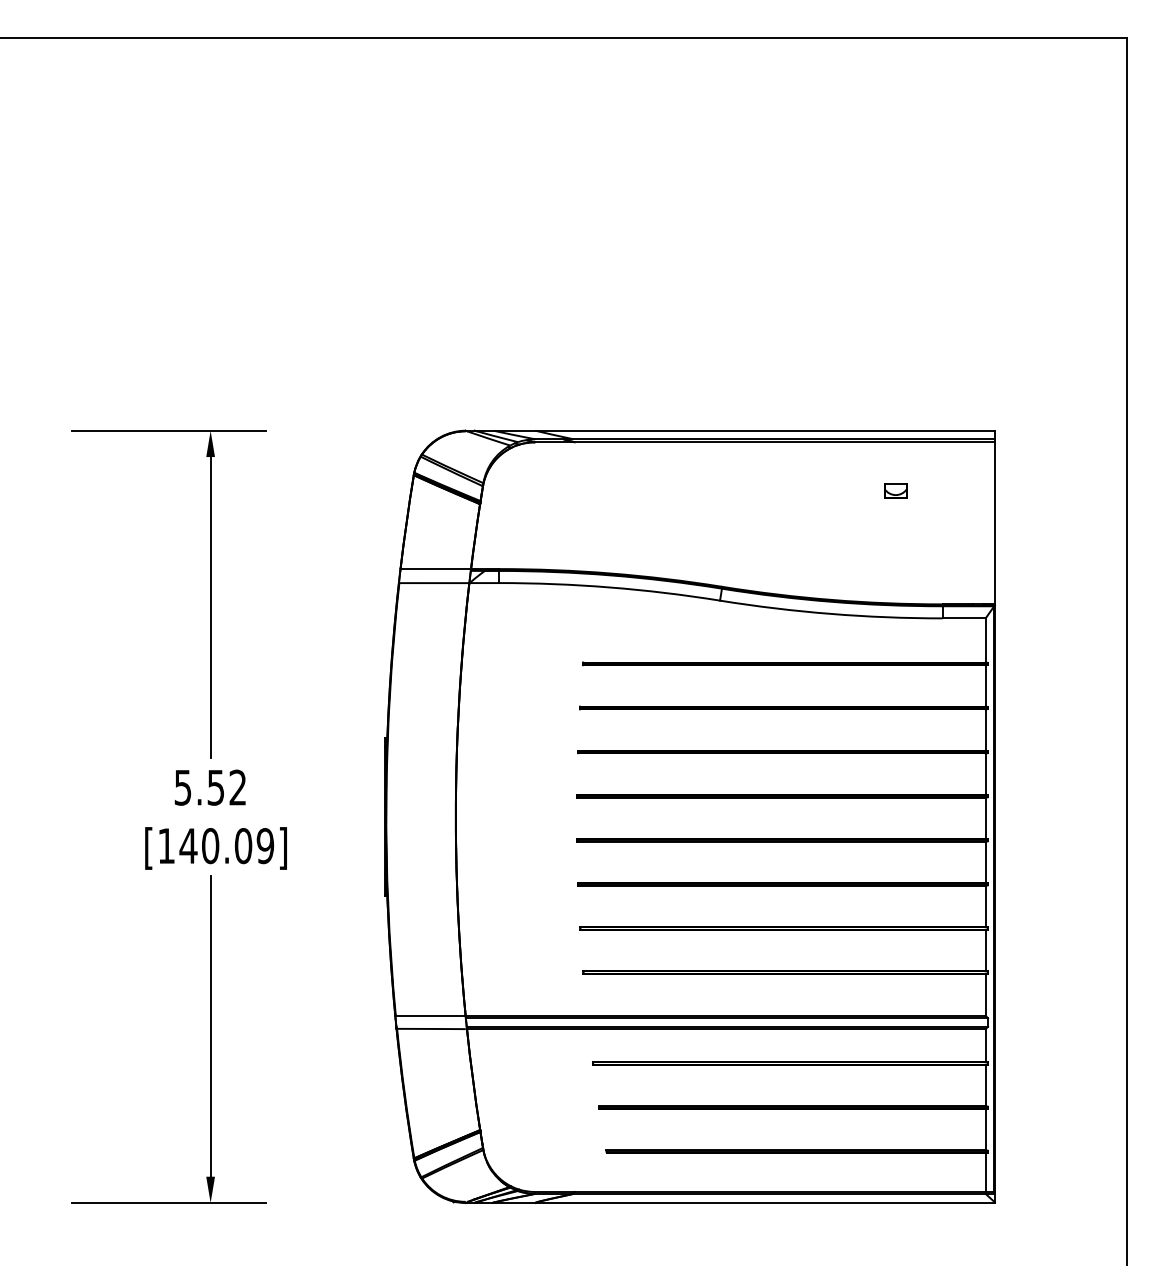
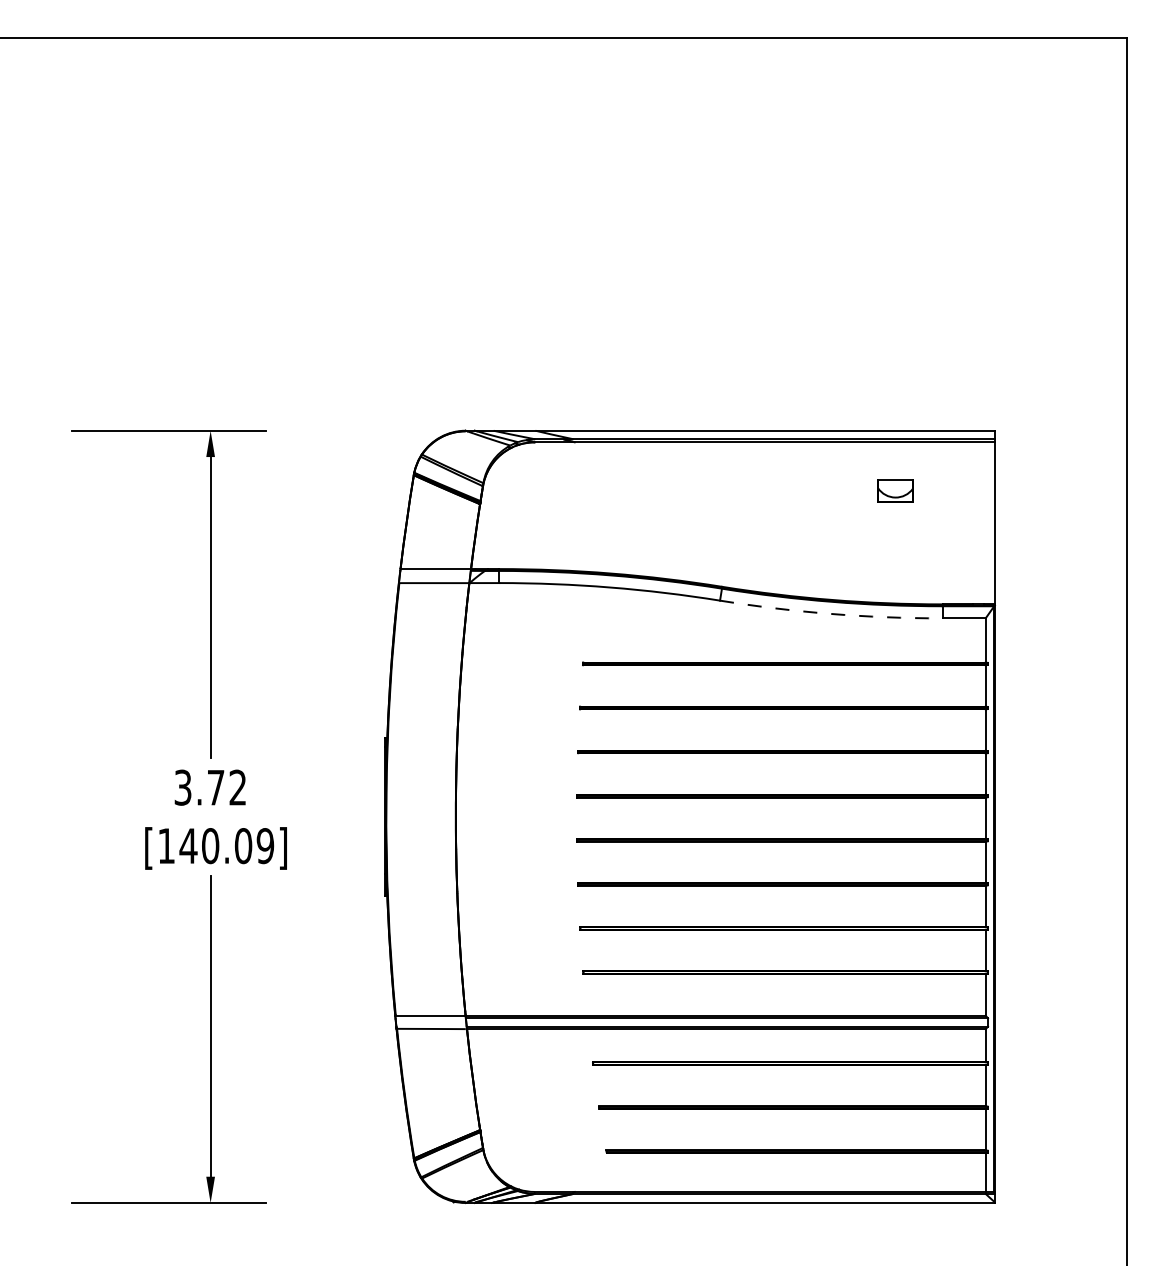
part at (895, 490) size: 24x16 px -> 37x24 px
arc at (830, 613): solid -> dashed
text at (199, 787): 5.52 -> 3.72
